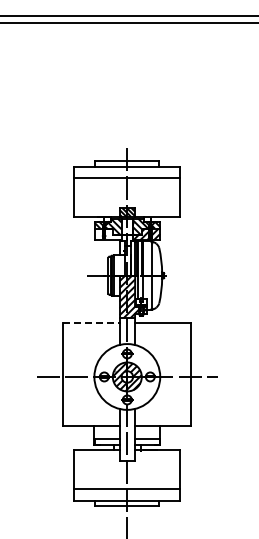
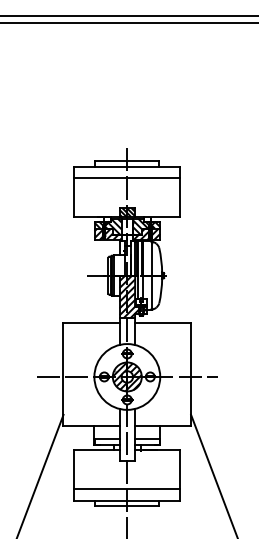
hatch at (107, 234): none -> present
line at (91, 323): dashed -> solid
line at (40, 474): none -> present
line at (213, 474): none -> present
